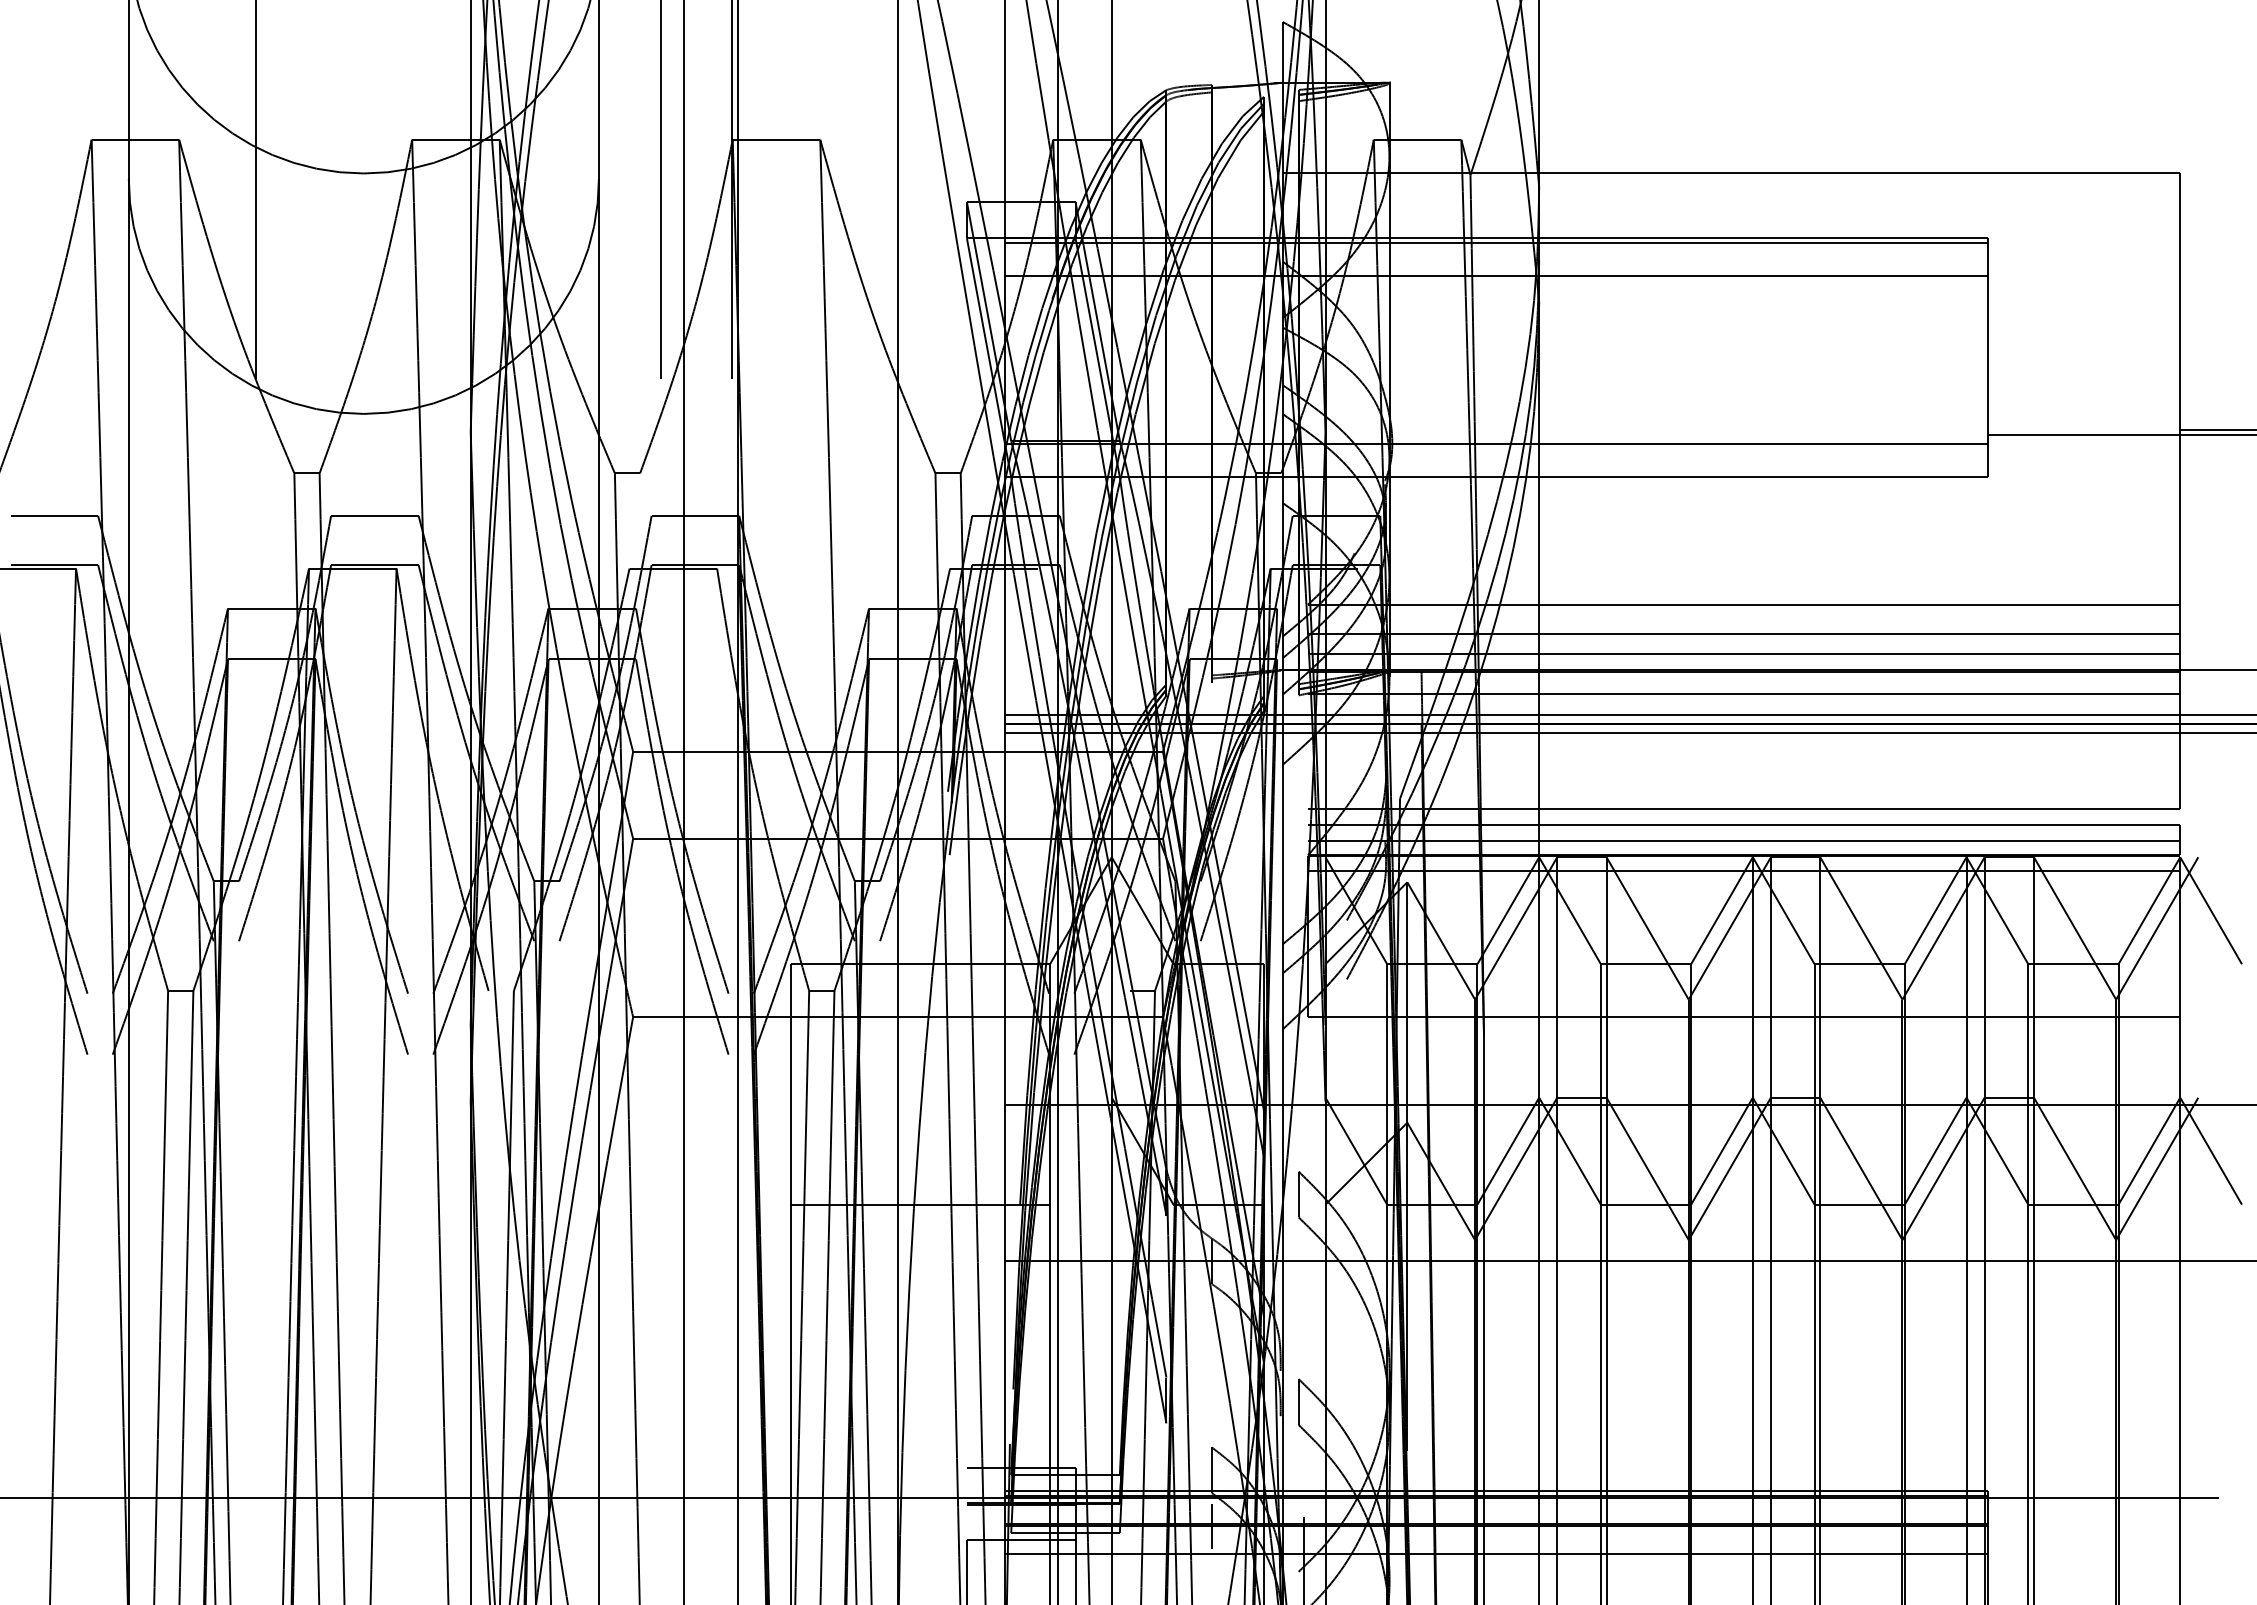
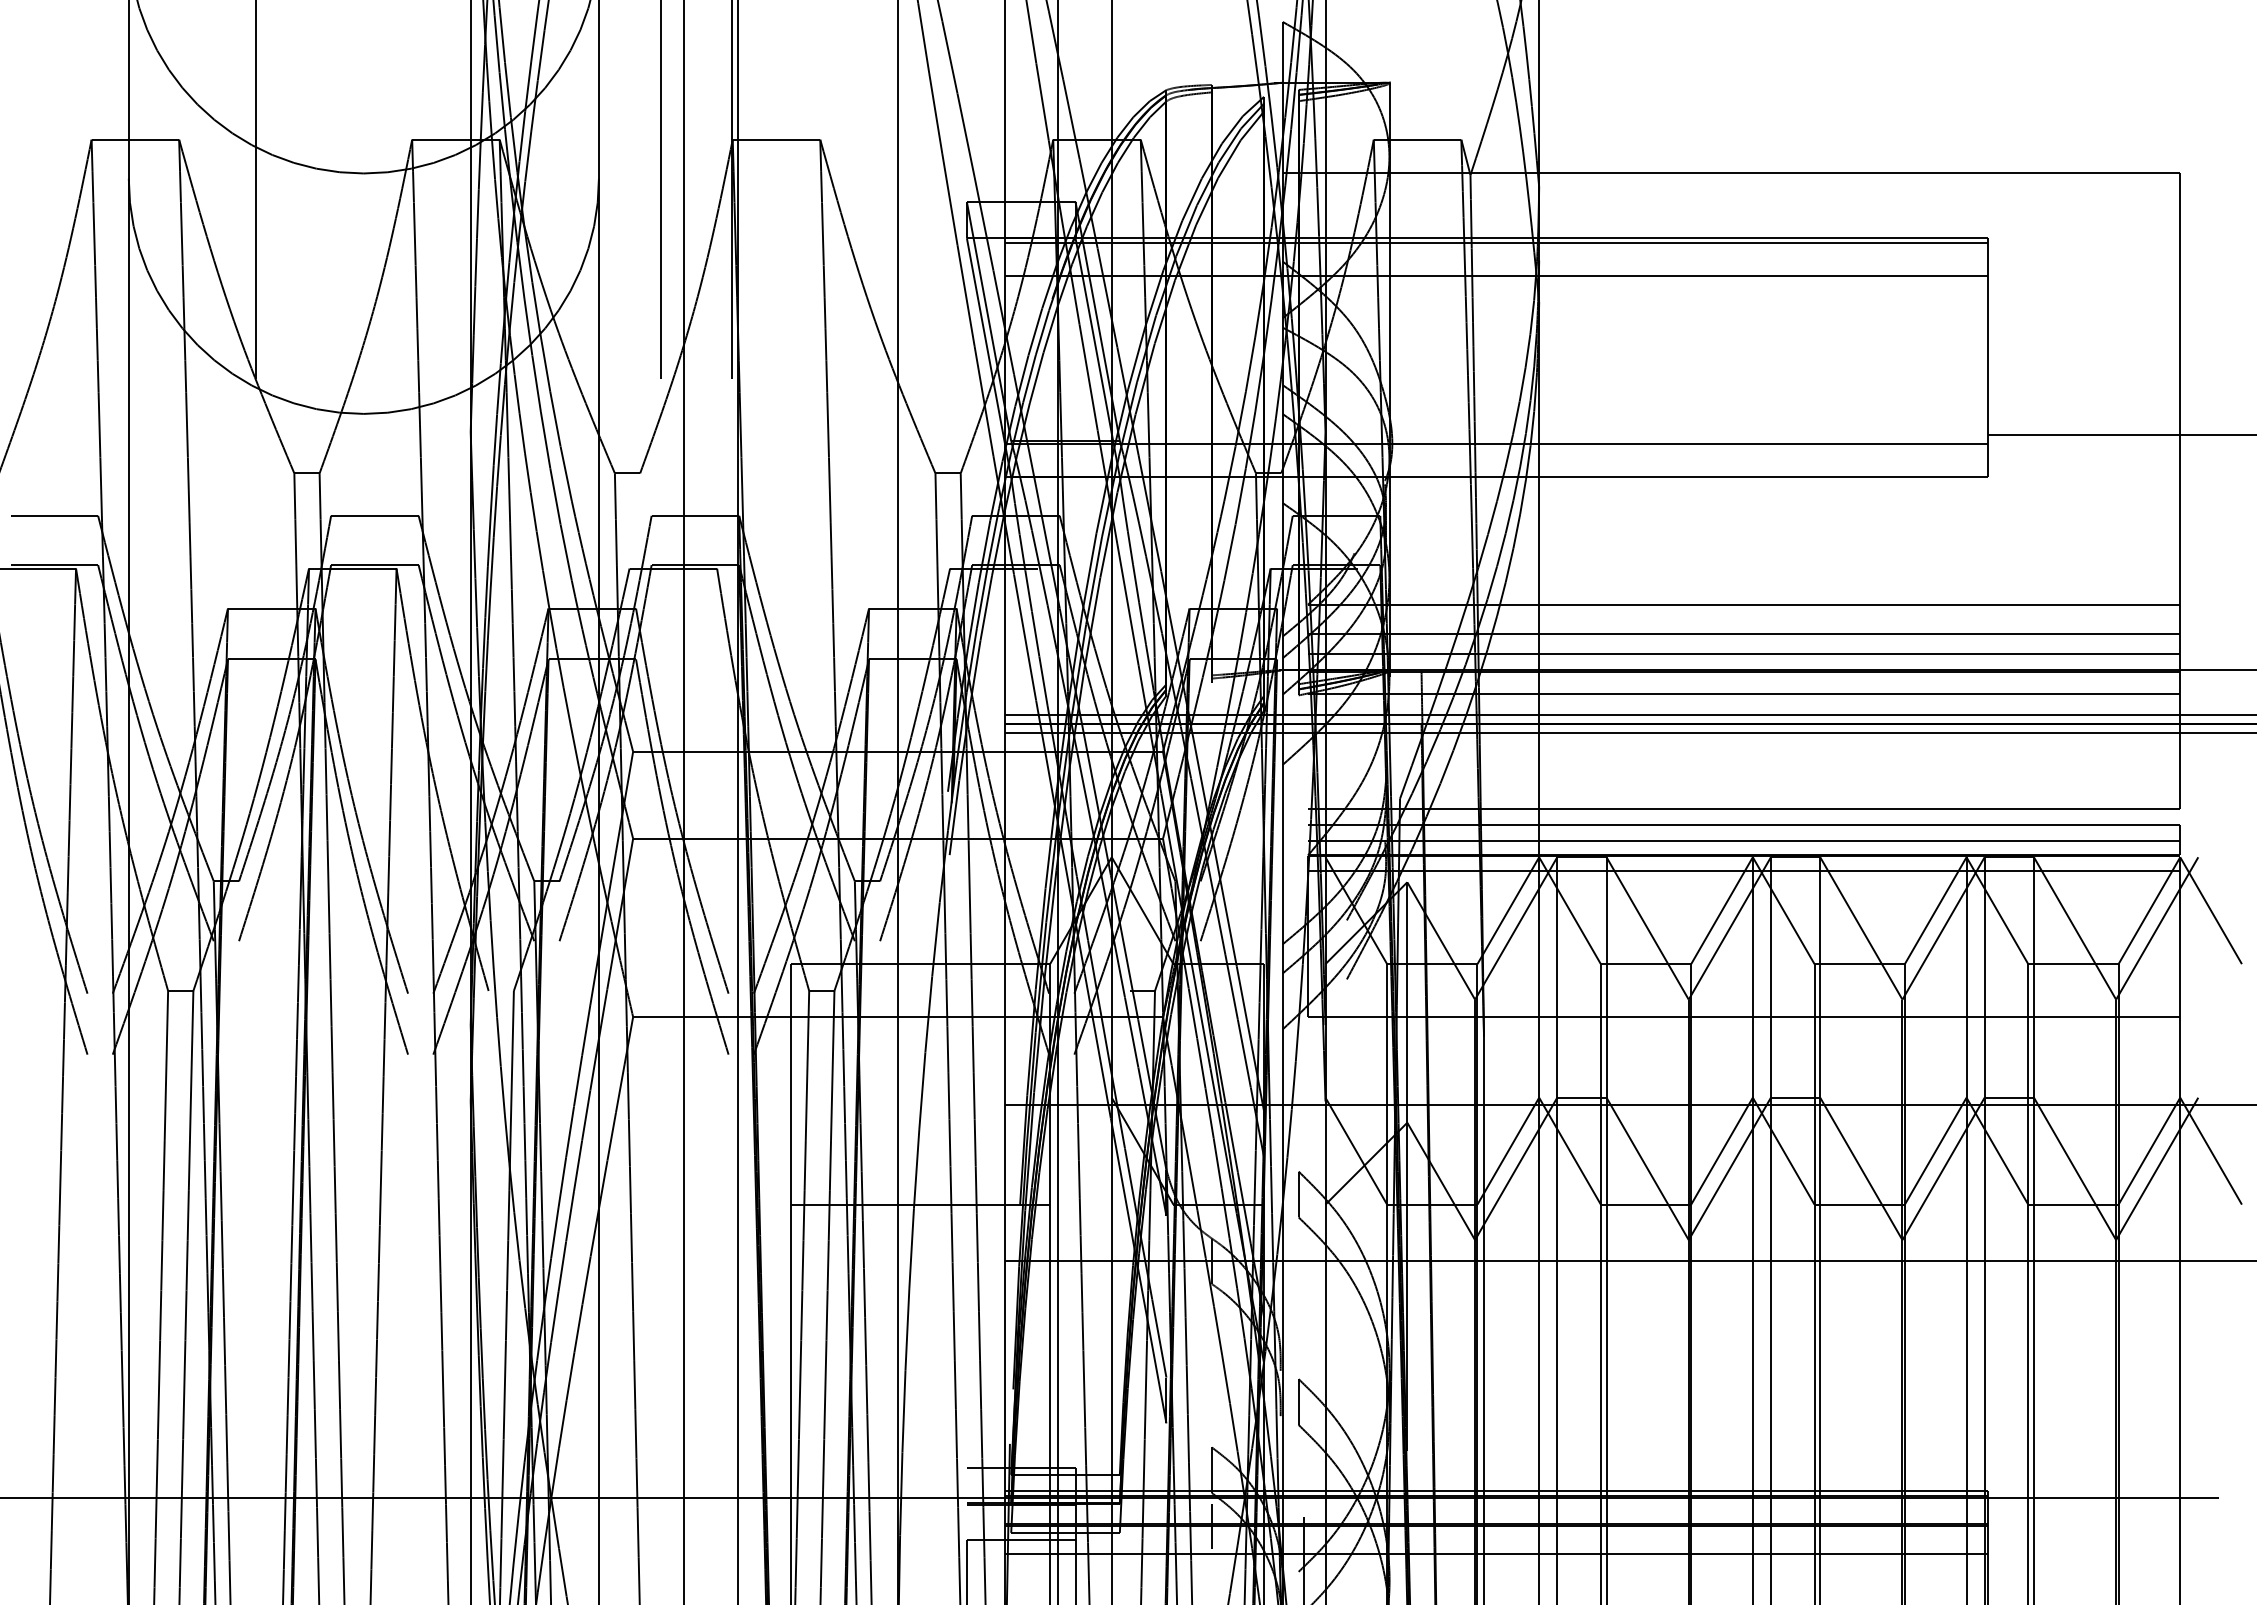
line at (2216, 429): present -> none
